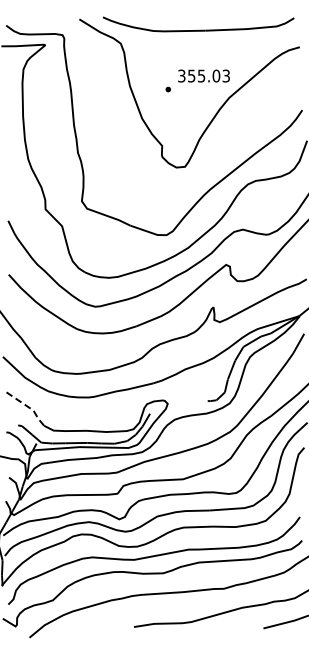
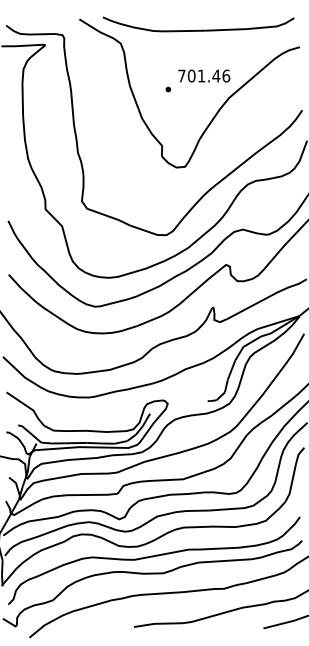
text at (204, 75): 355.03 -> 701.46
line at (28, 407): dashed -> solid
